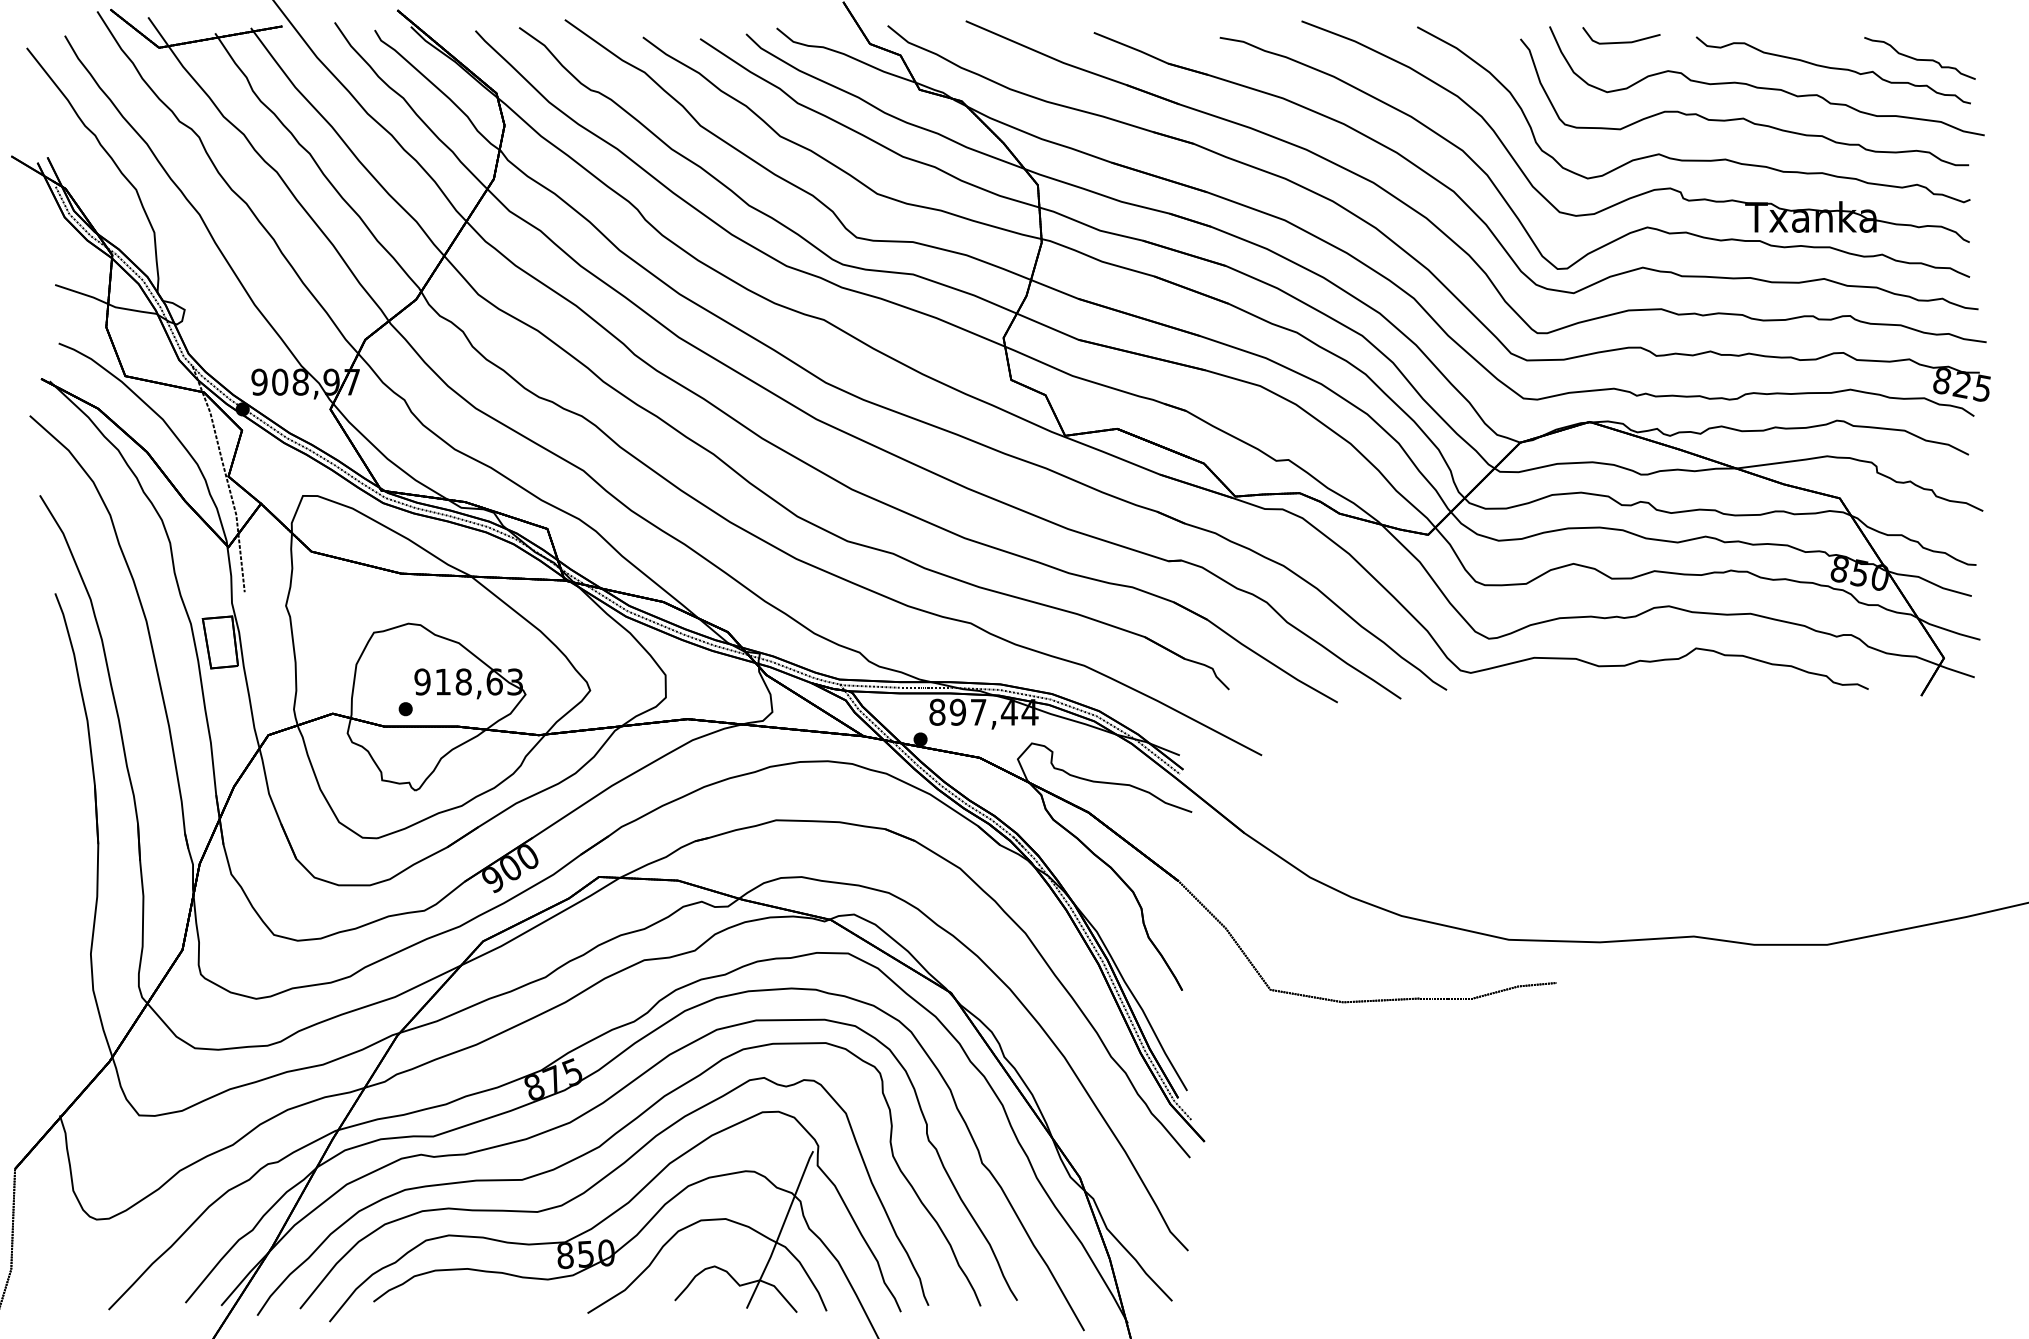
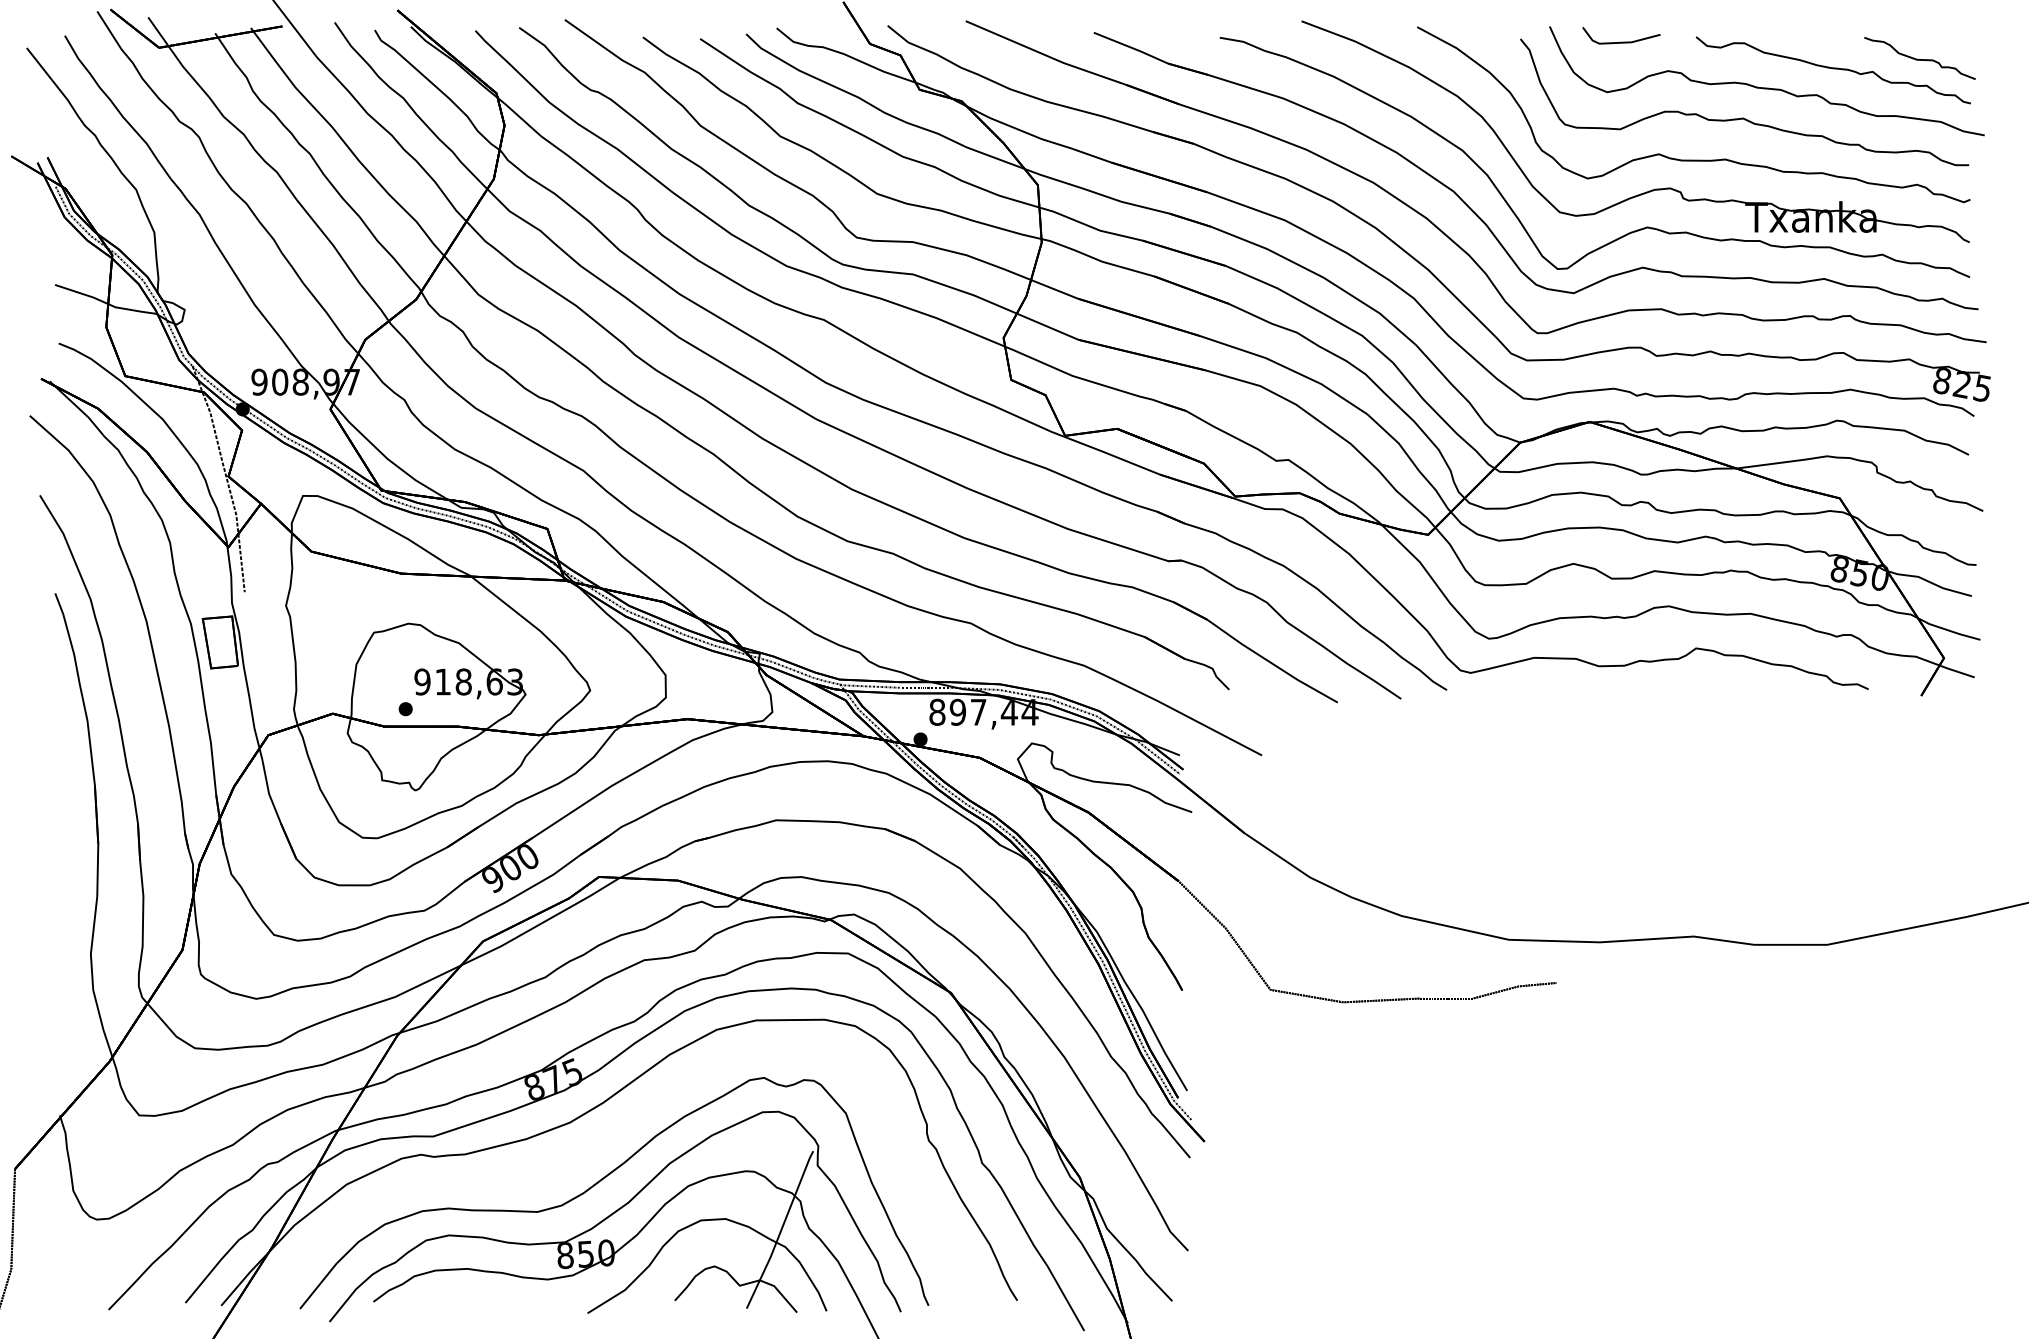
part at (600, 1147): present -> none
